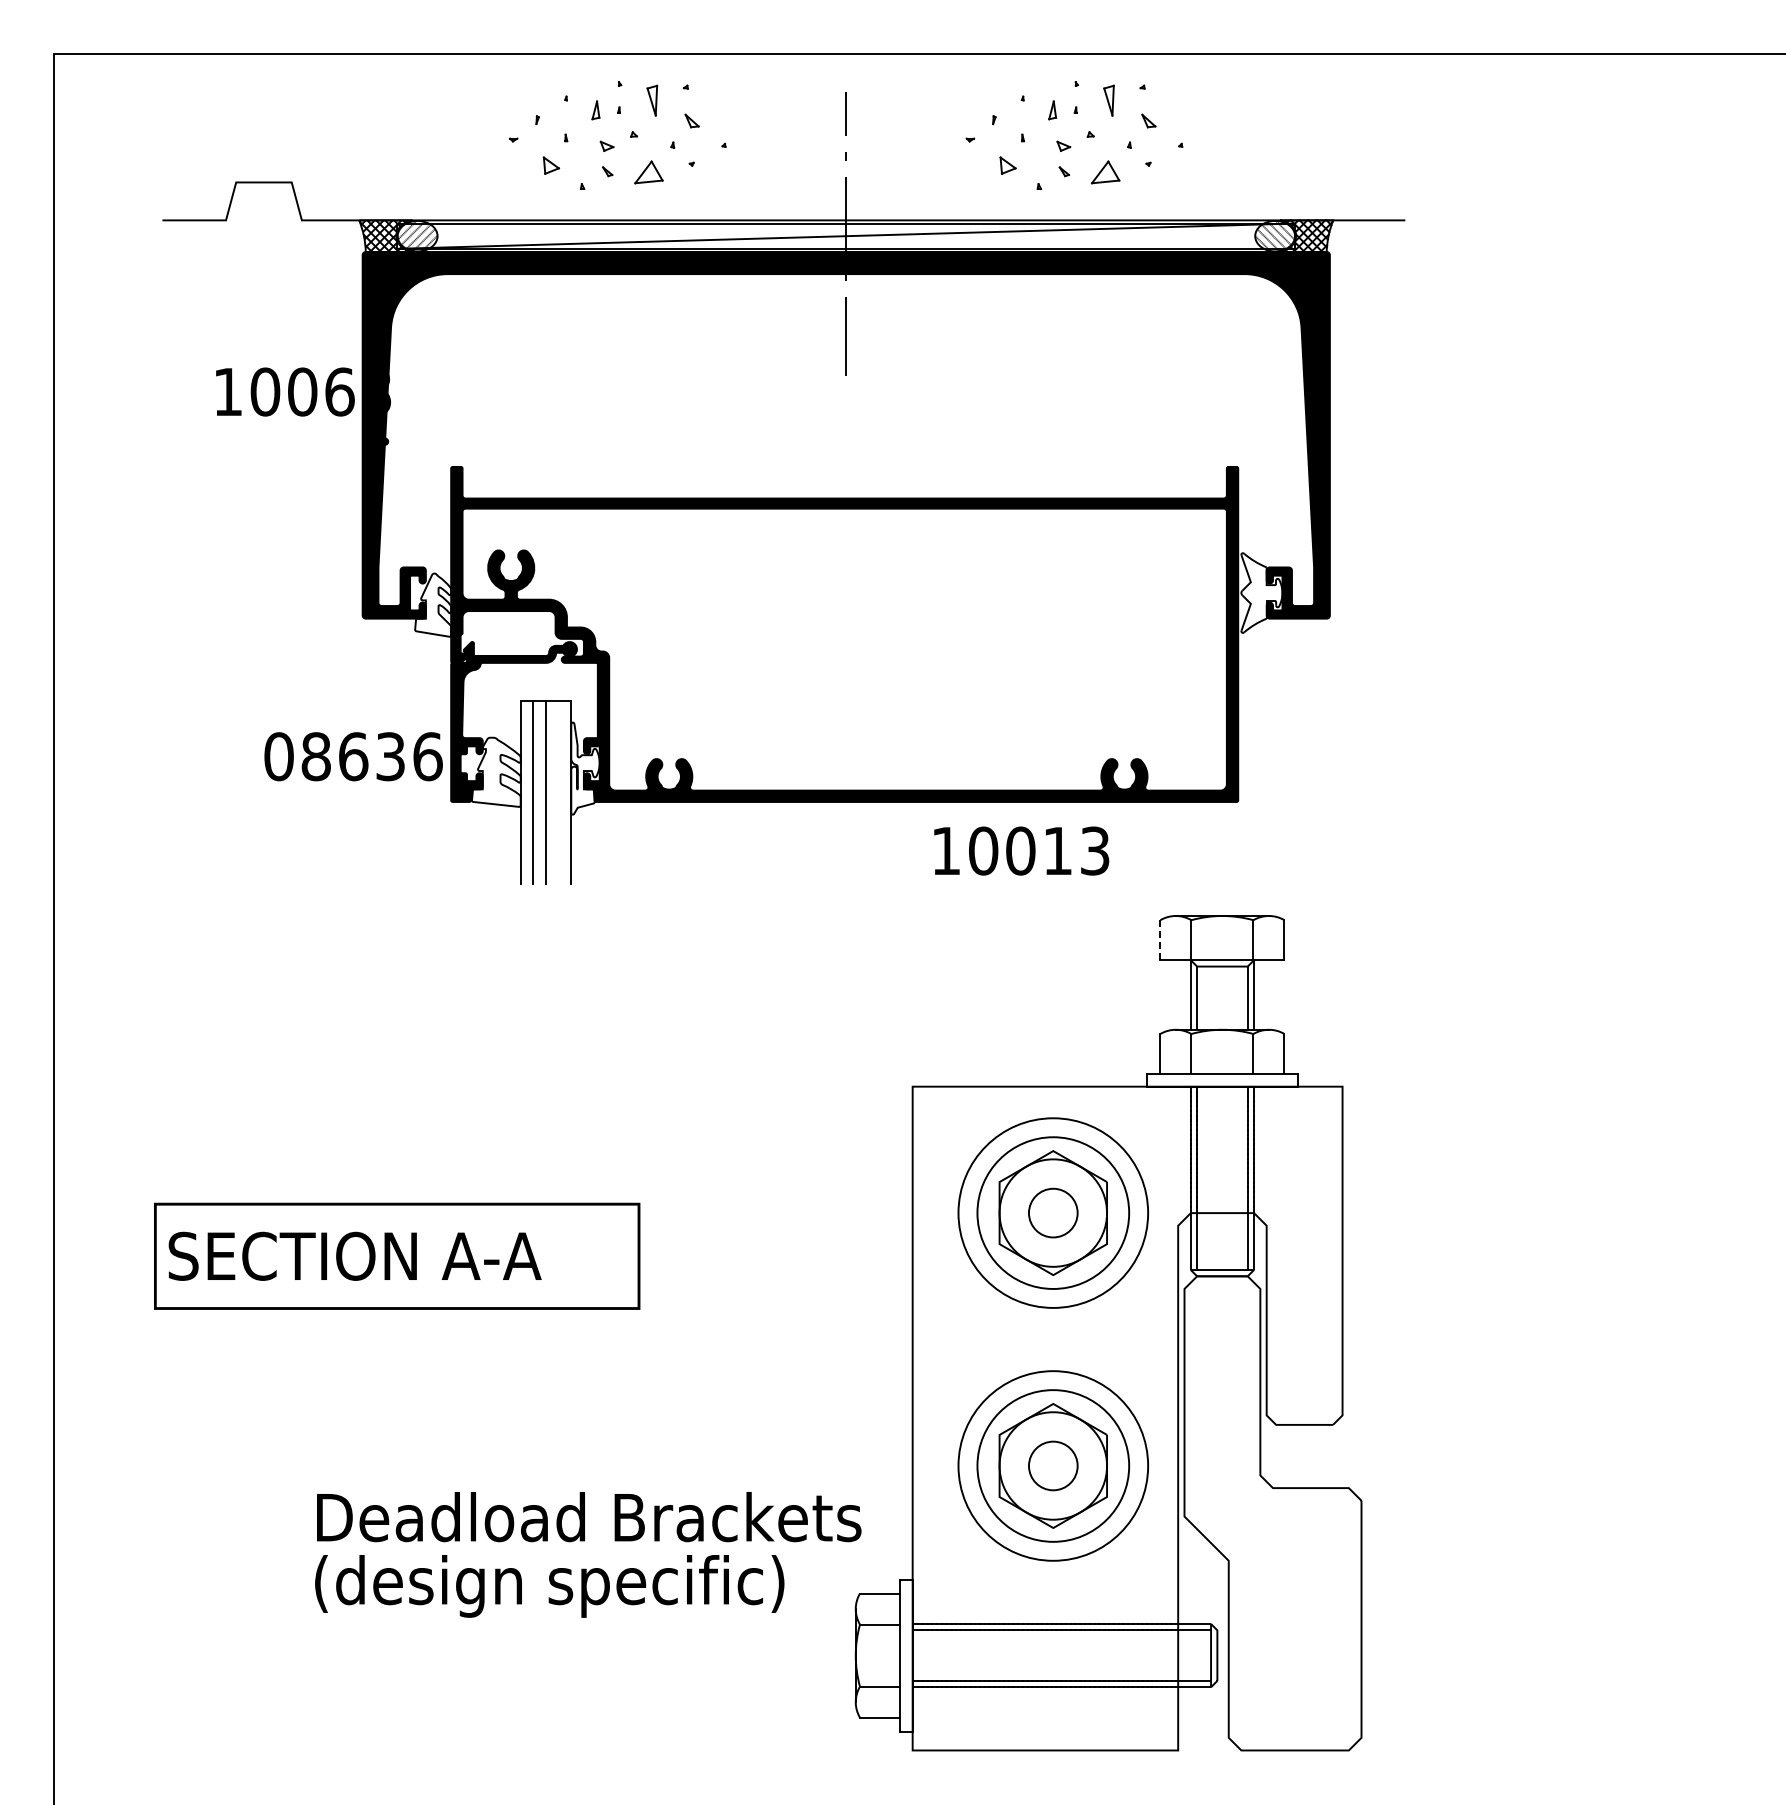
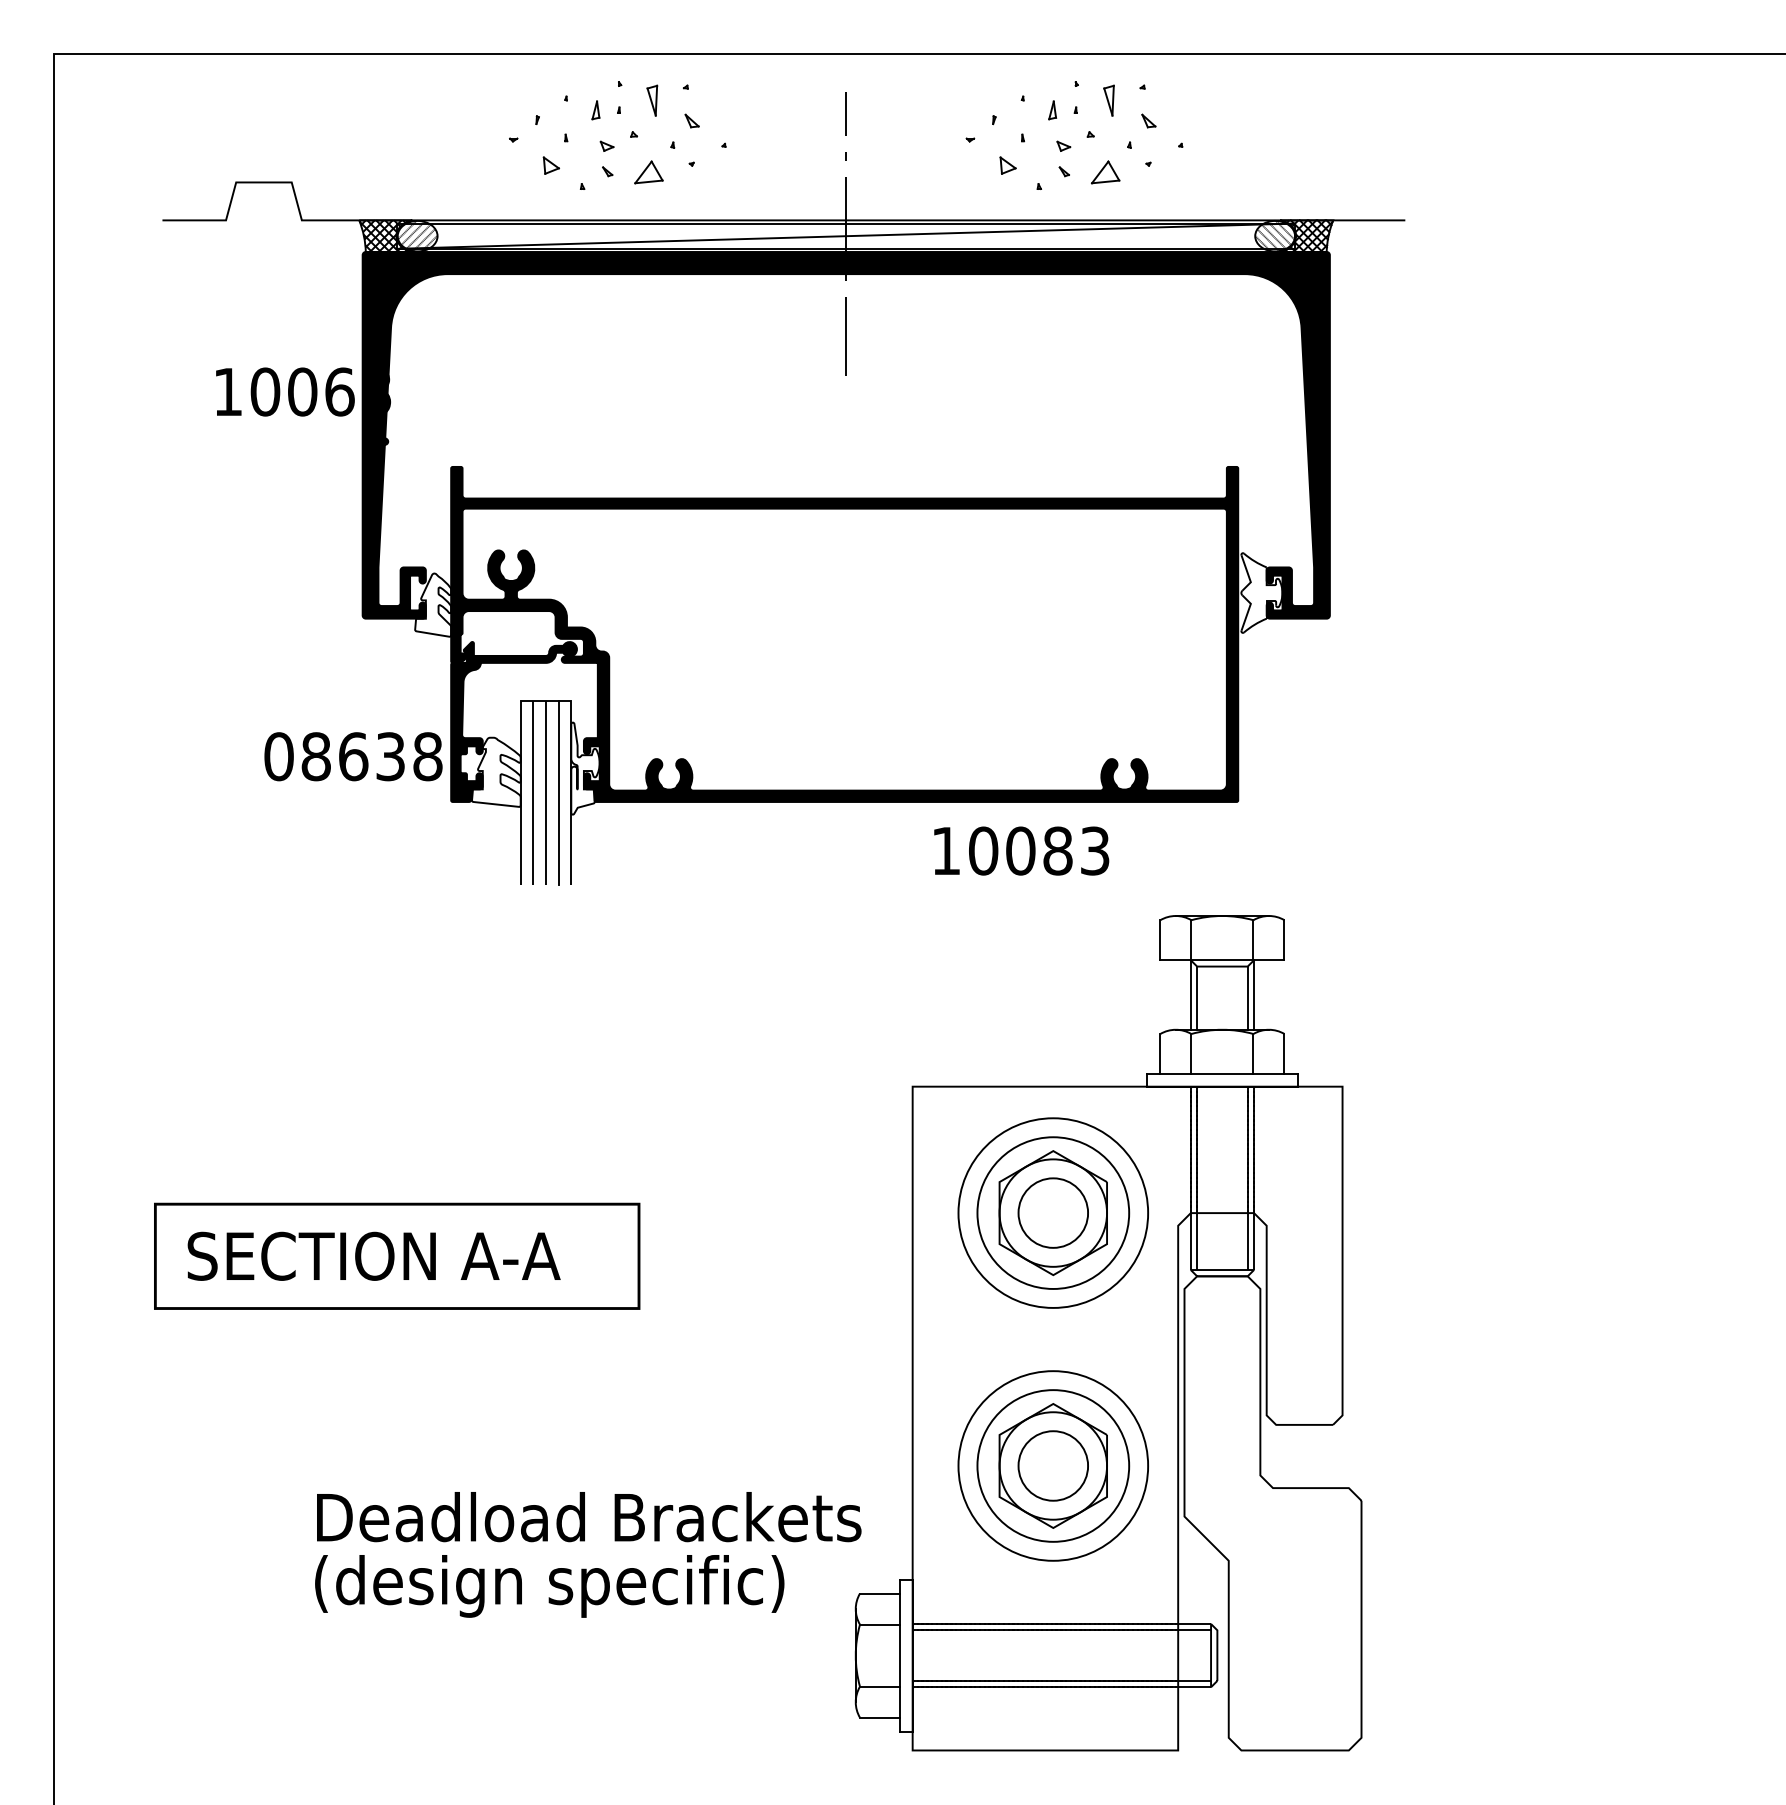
text at (427, 756): 08636 -> 08638
line at (558, 792): none -> present
text at (1057, 850): 10013 -> 10083
line at (1160, 940): dashed -> solid
circle at (1052, 1212) diameter: 49 px -> 70 px
text at (354, 1255) position: (354, 1255) -> (373, 1255)
circle at (1052, 1465) diameter: 49 px -> 70 px
